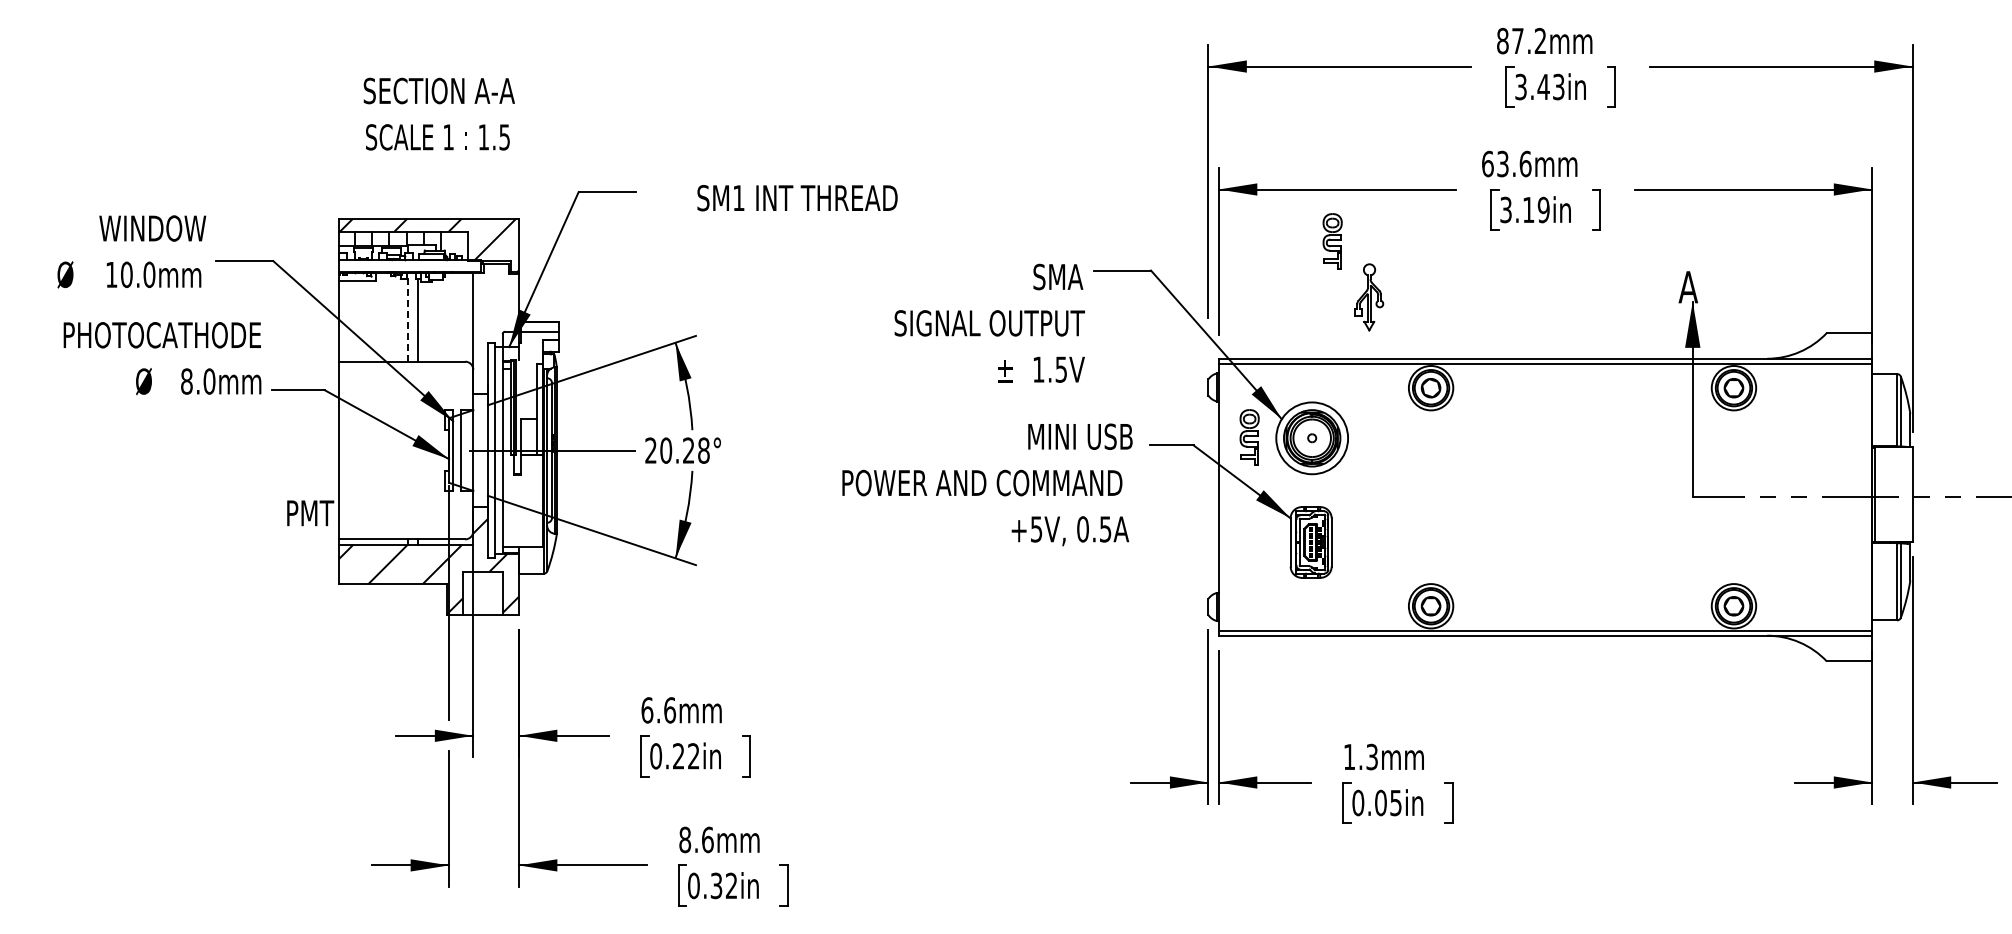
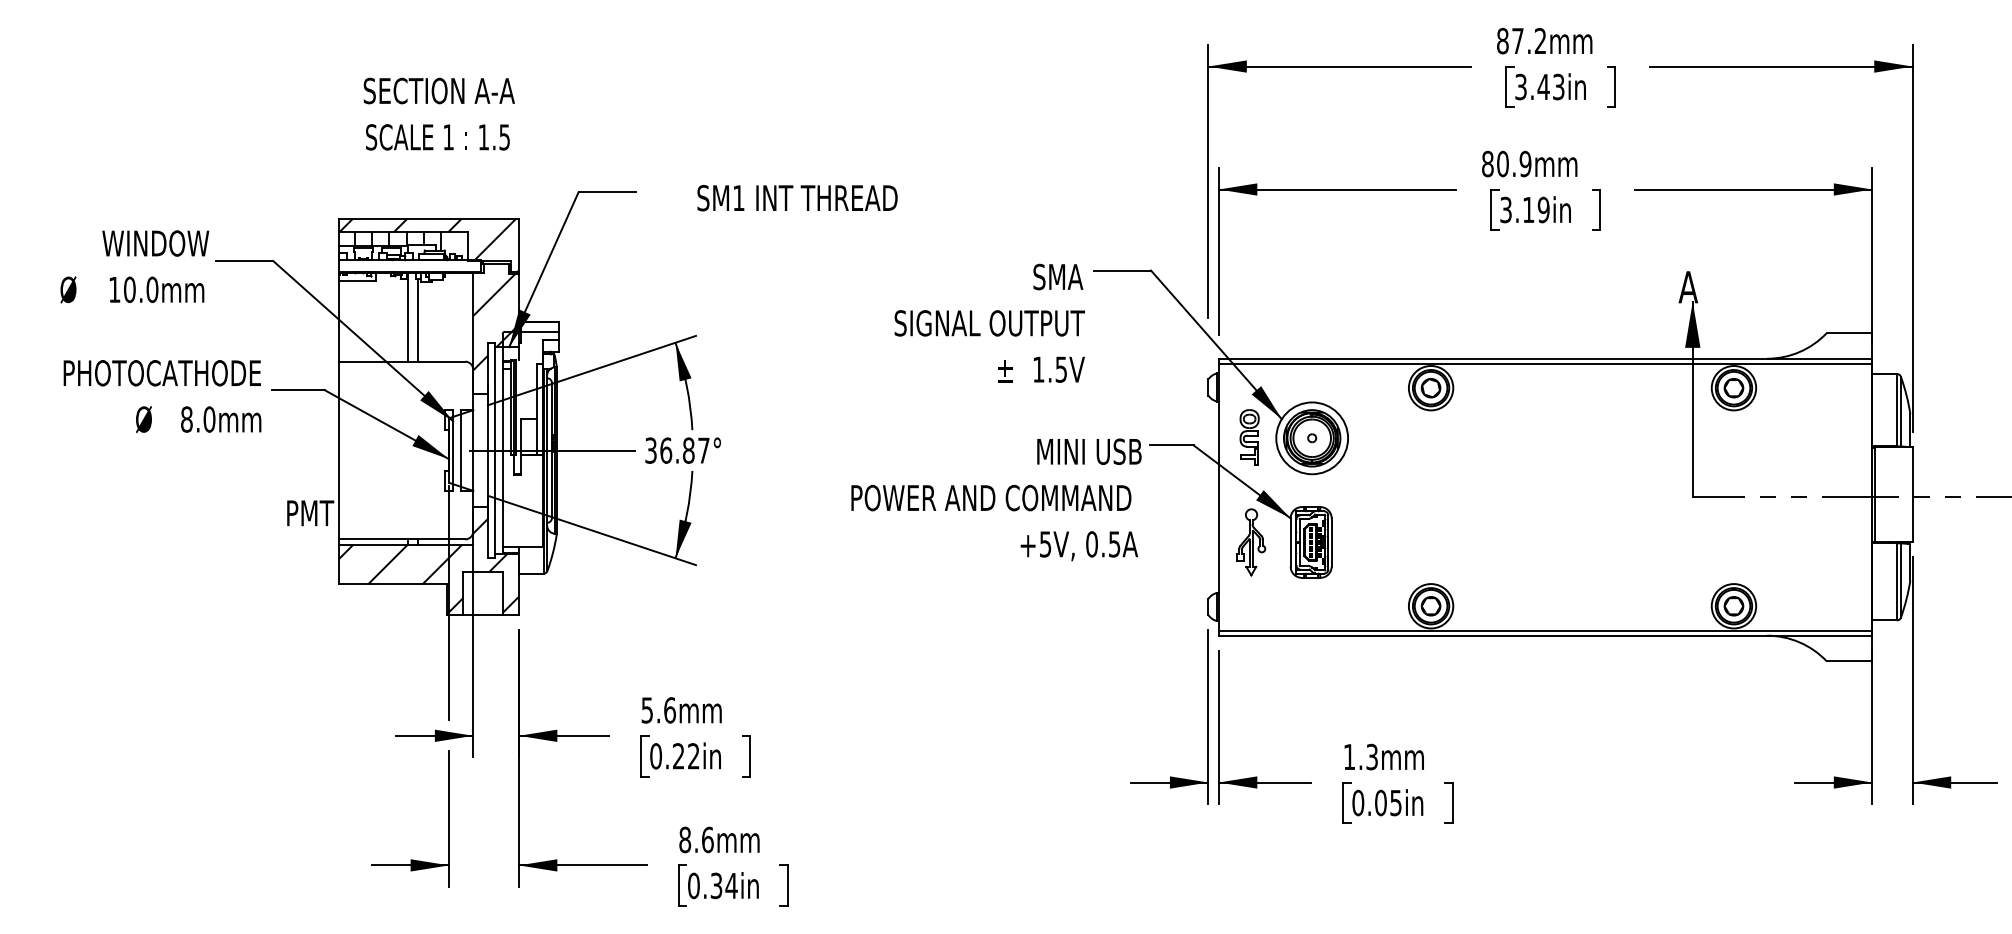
text at (1506, 163): 63.6mm -> 80.9mm
part at (1332, 241): present -> none
text at (131, 251) position: (131, 251) -> (134, 266)
part at (1369, 297) position: (1369, 297) -> (1251, 542)
line at (407, 316): dashed -> solid
hatch at (495, 321): none -> present
text at (162, 358) position: (162, 358) -> (162, 396)
text at (677, 450): 20.28° -> 36.87°
text at (987, 484) position: (987, 484) -> (996, 499)
text at (647, 710): 6.6mm -> 5.6mm
text at (731, 885): 0.32in -> 0.34in
